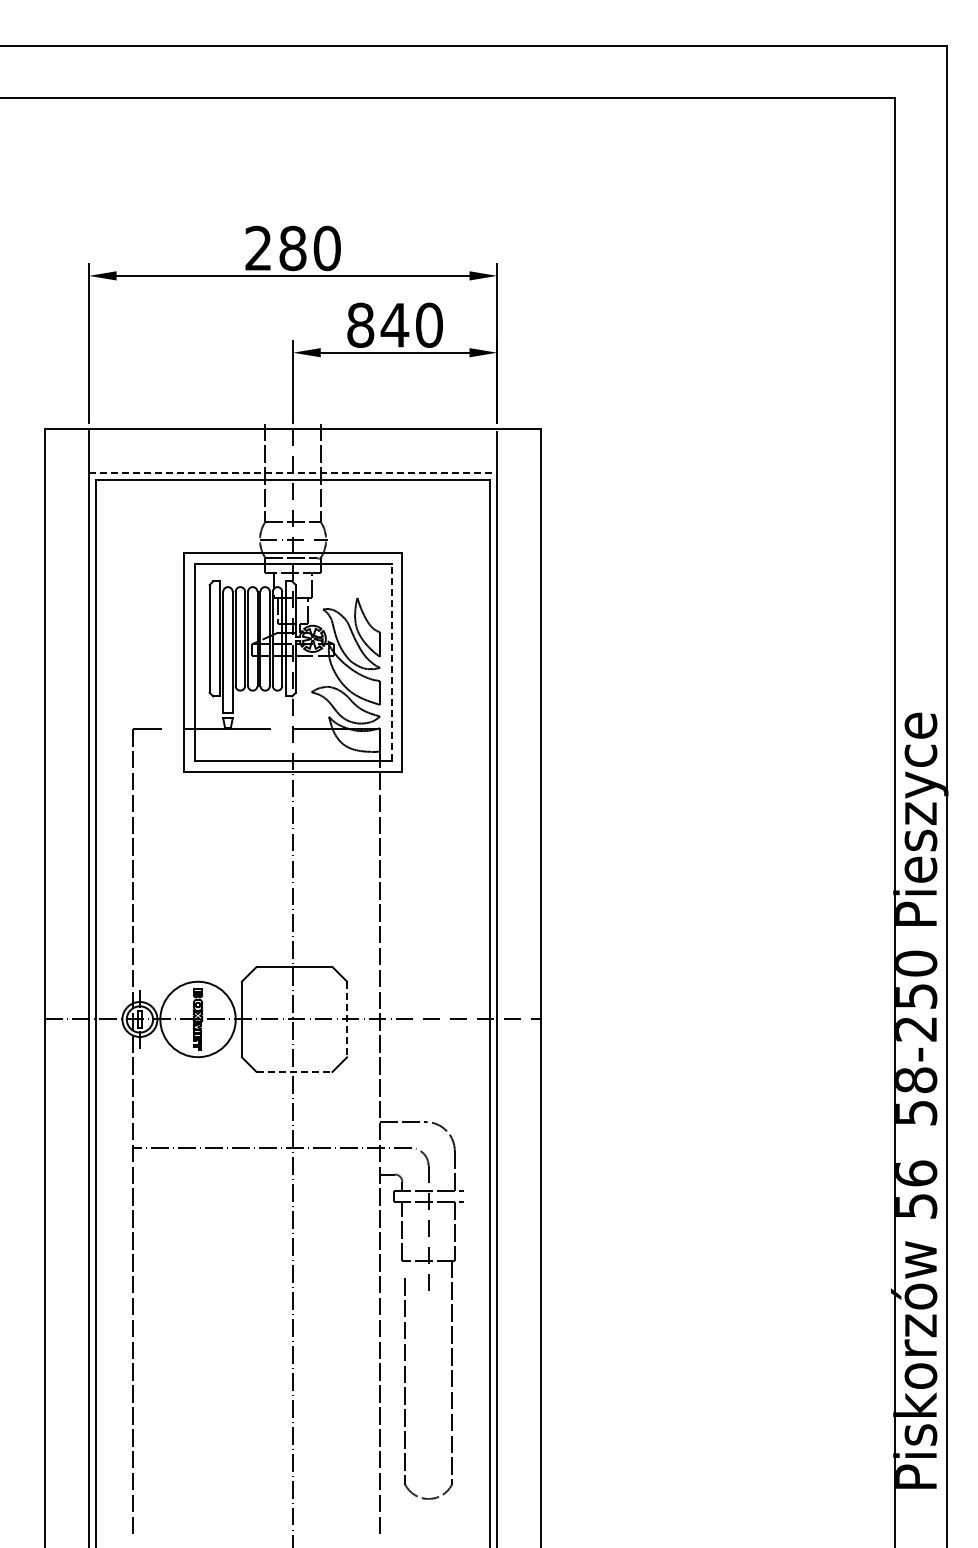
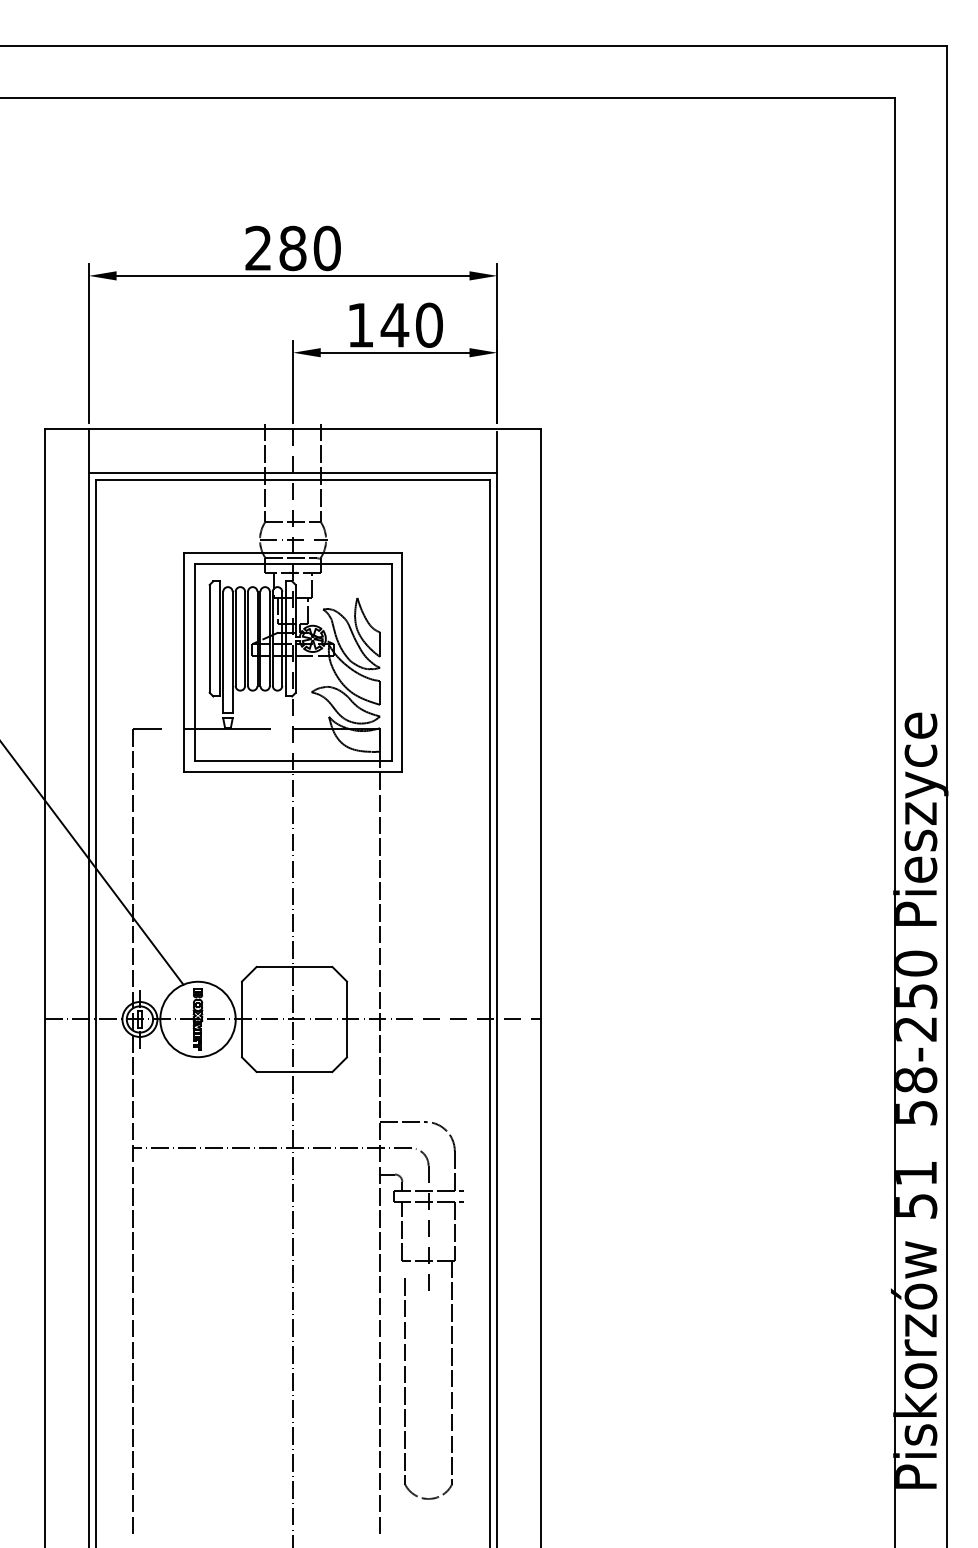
text at (360, 324): 840 -> 140
line at (293, 472): dashed -> solid
line at (391, 661): dashed -> solid
line at (92, 863): none -> present
line at (347, 1019): dashed -> solid
line at (294, 1071): dashed -> solid
text at (916, 1173): 56 -> 51
